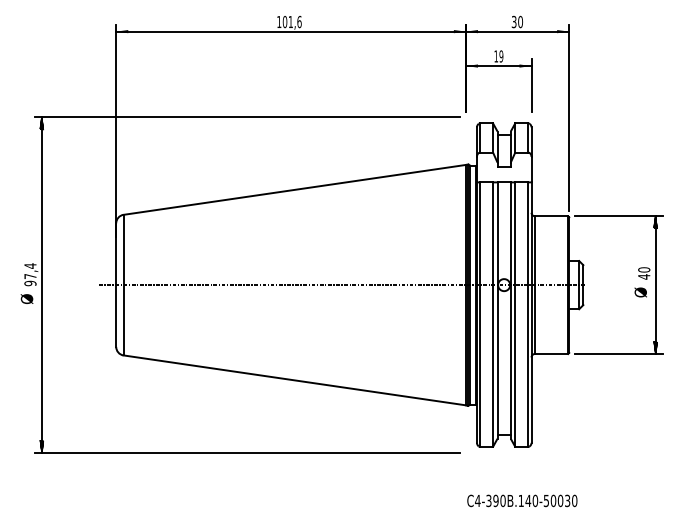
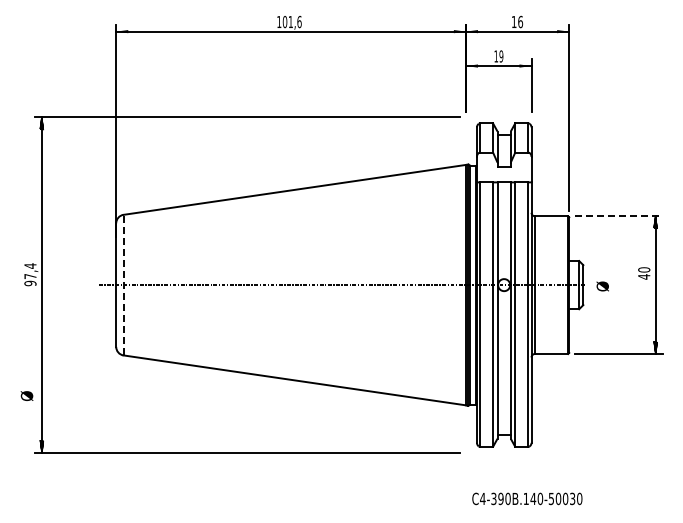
text at (517, 21): 30 -> 16
line at (618, 216): solid -> dashed
line at (123, 284): solid -> dashed
text at (640, 292) position: (640, 292) -> (602, 286)
text at (26, 298) position: (26, 298) -> (26, 395)
text at (522, 500) position: (522, 500) -> (527, 498)
